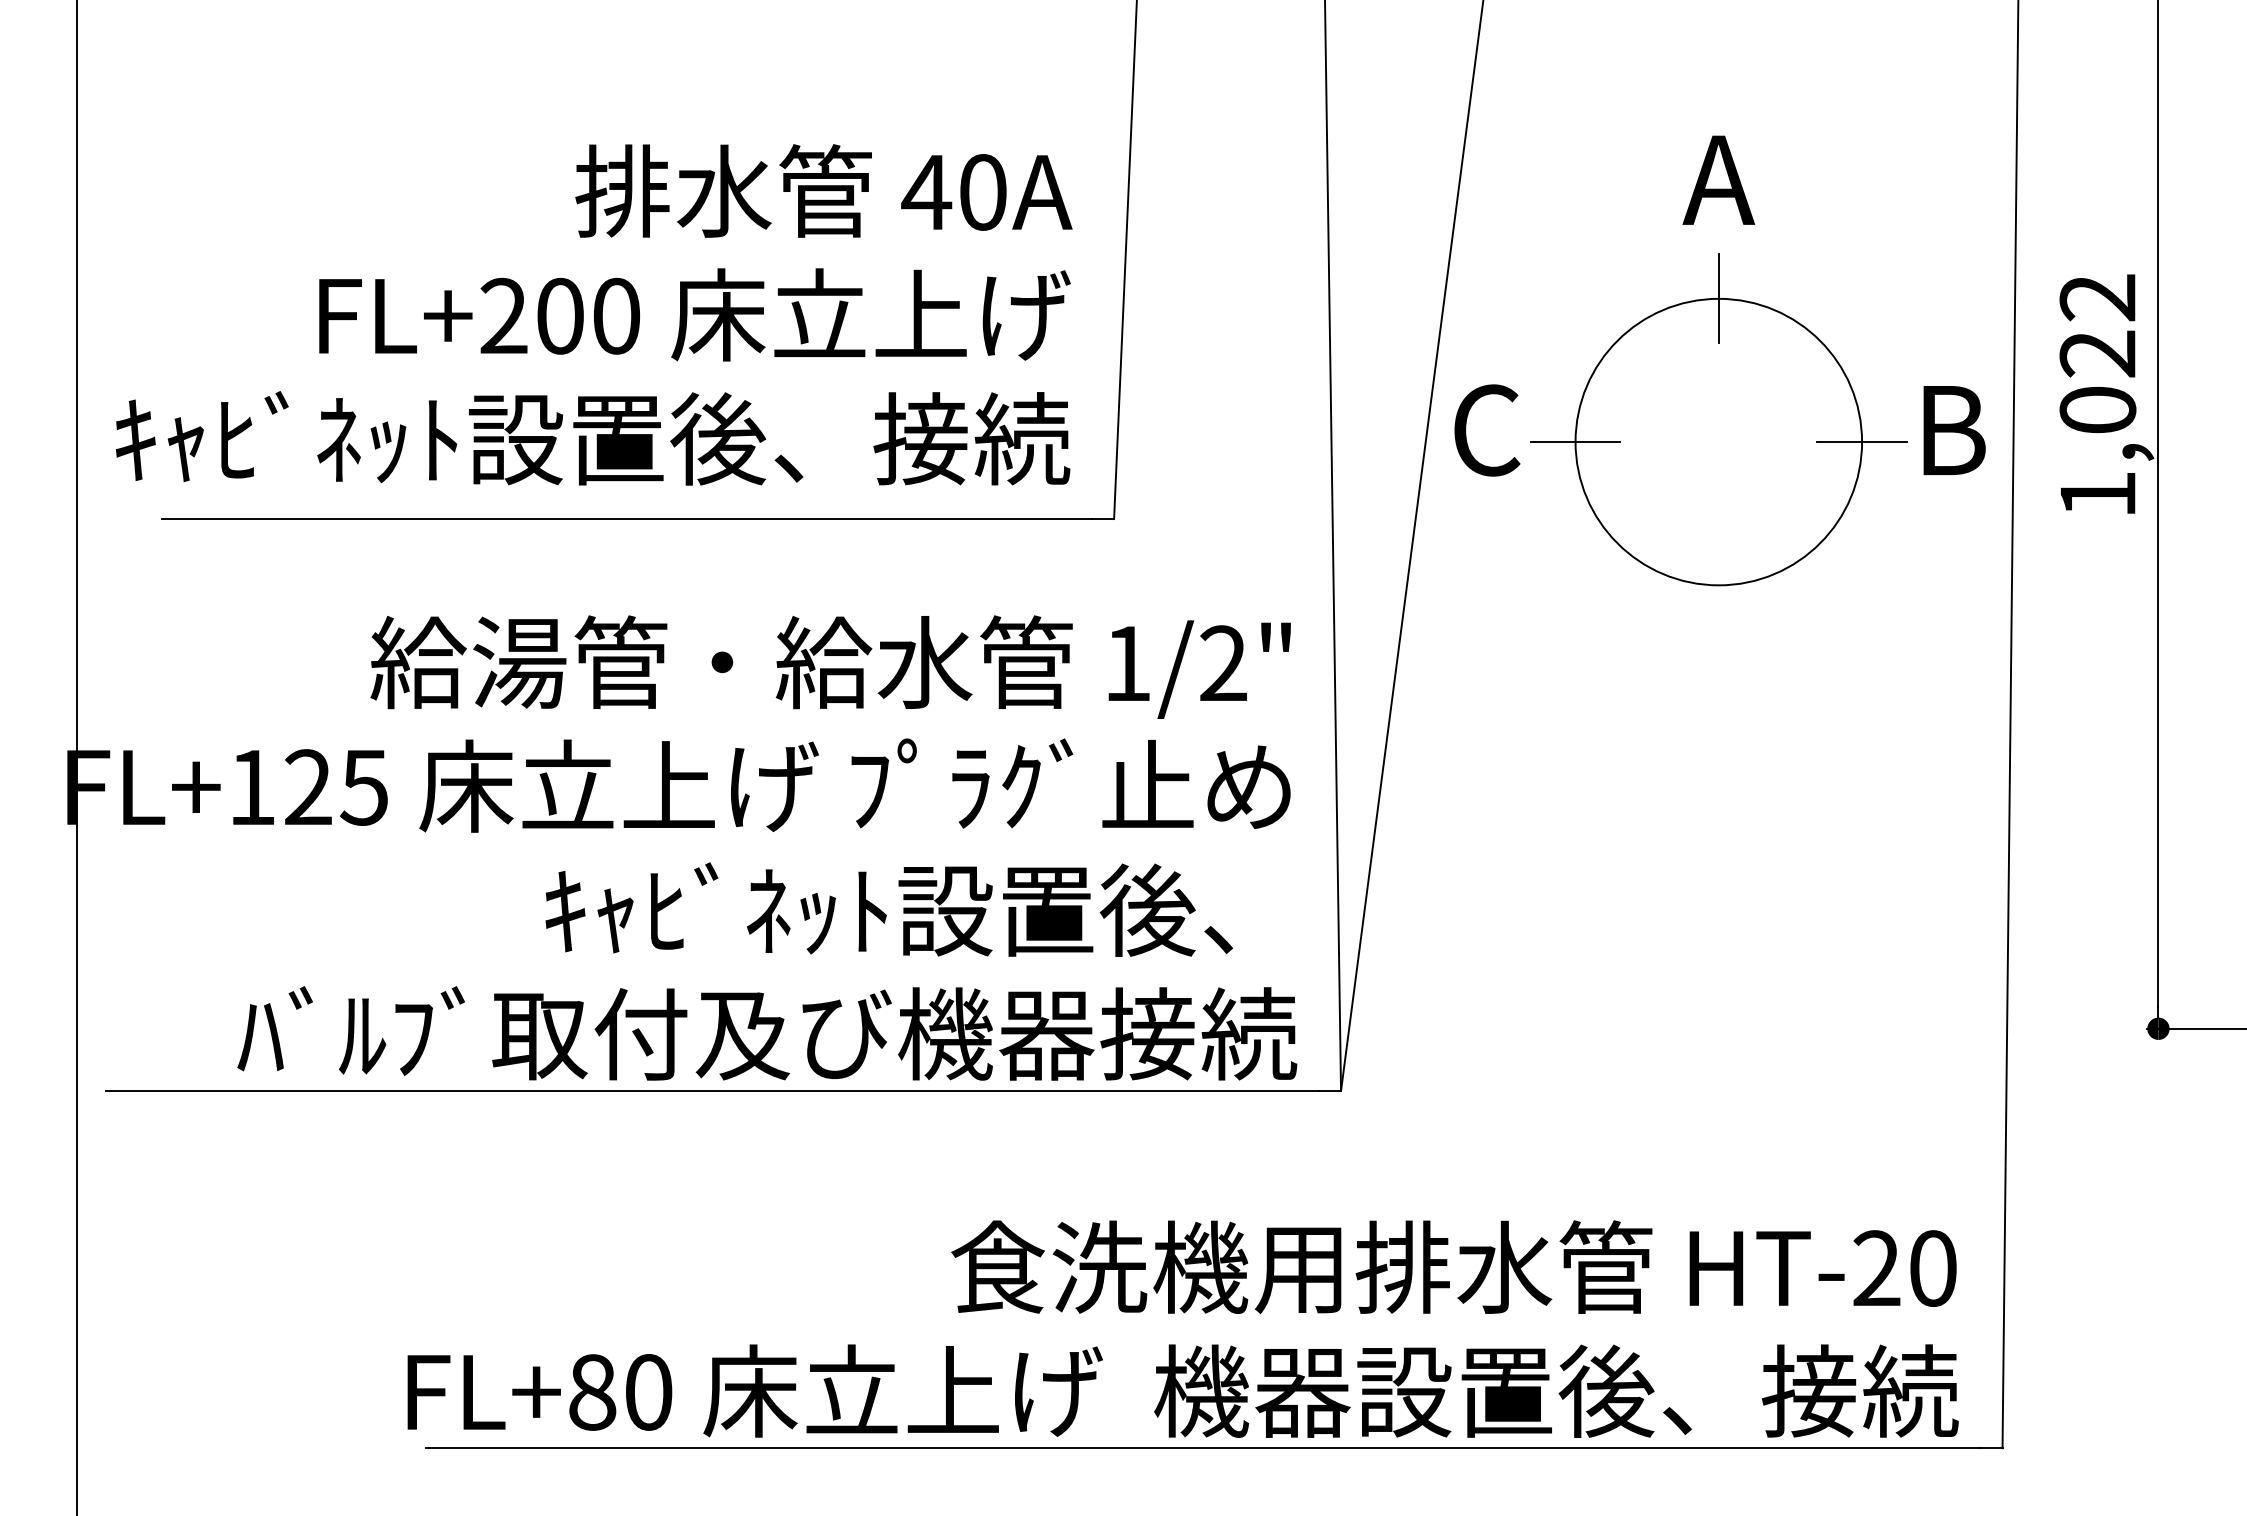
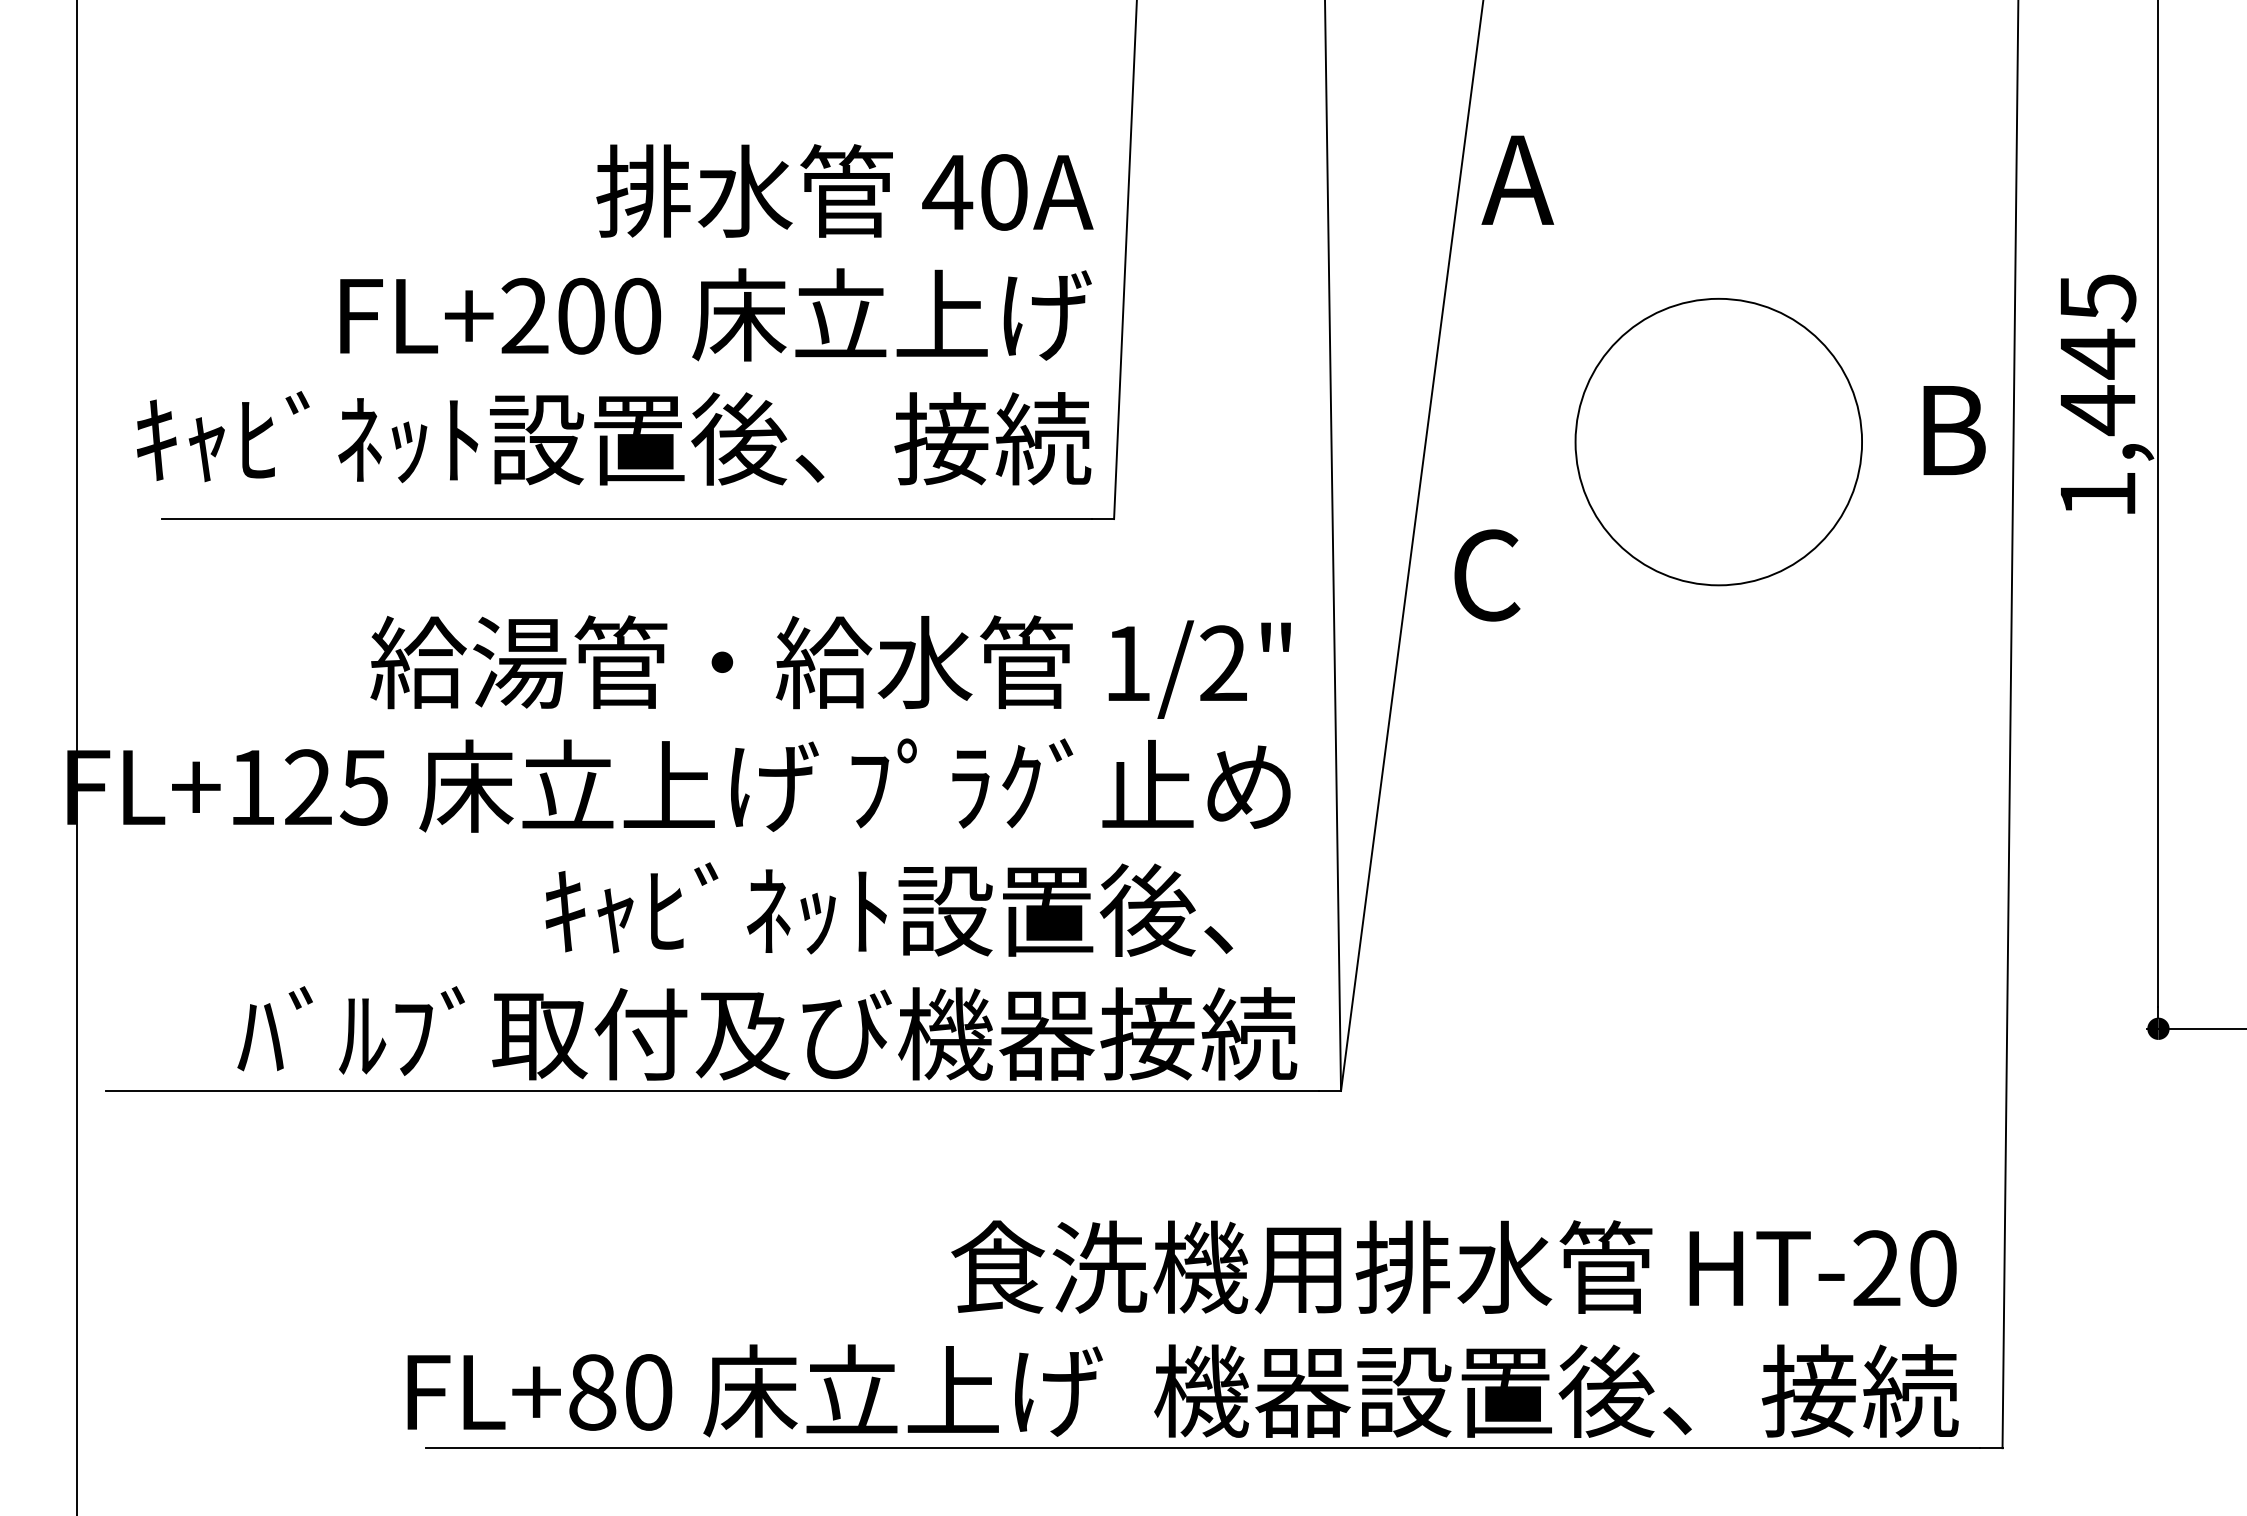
text at (1718, 179) position: (1718, 179) -> (1517, 179)
line at (1718, 298): present -> none
text at (594, 314) position: (594, 314) -> (615, 314)
text at (2097, 355): 1,022 -> 1,445
text at (1487, 430) position: (1487, 430) -> (1487, 575)
line at (1575, 442): present -> none
line at (1861, 442): present -> none
